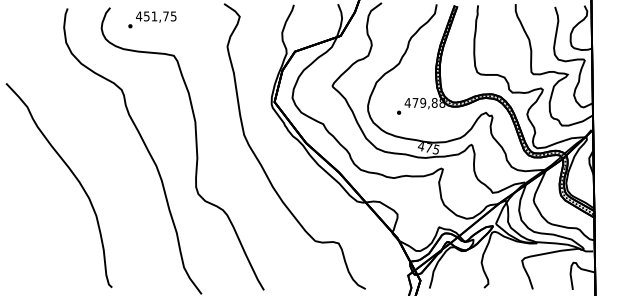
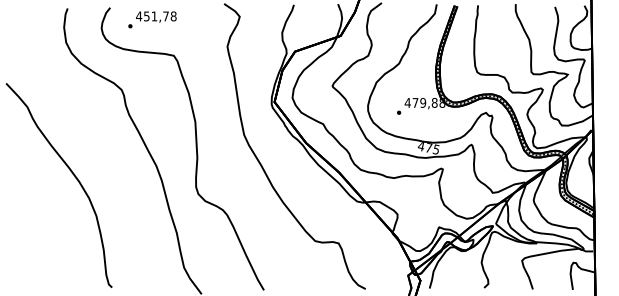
text at (173, 16): 451,75 -> 451,78
